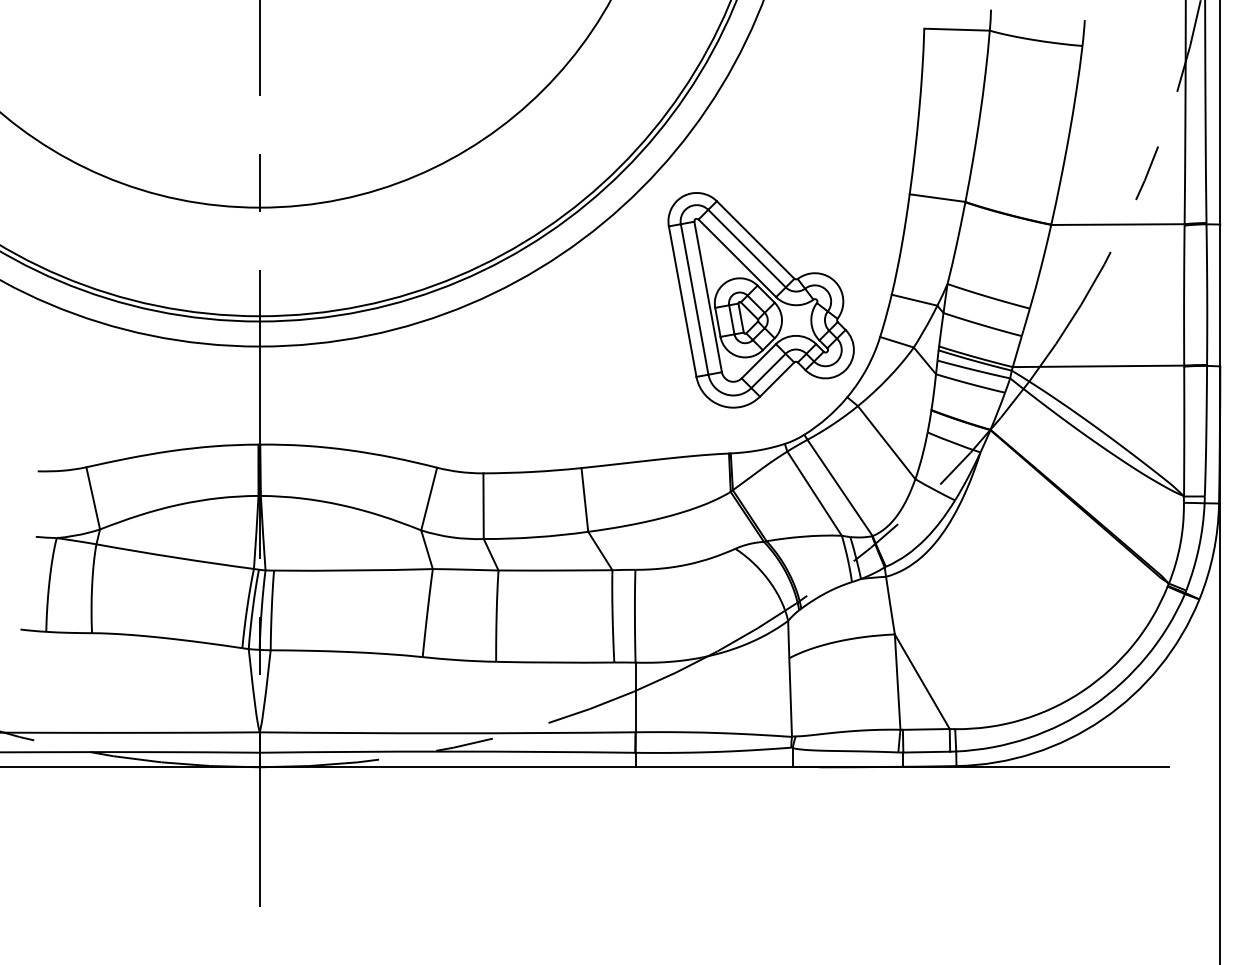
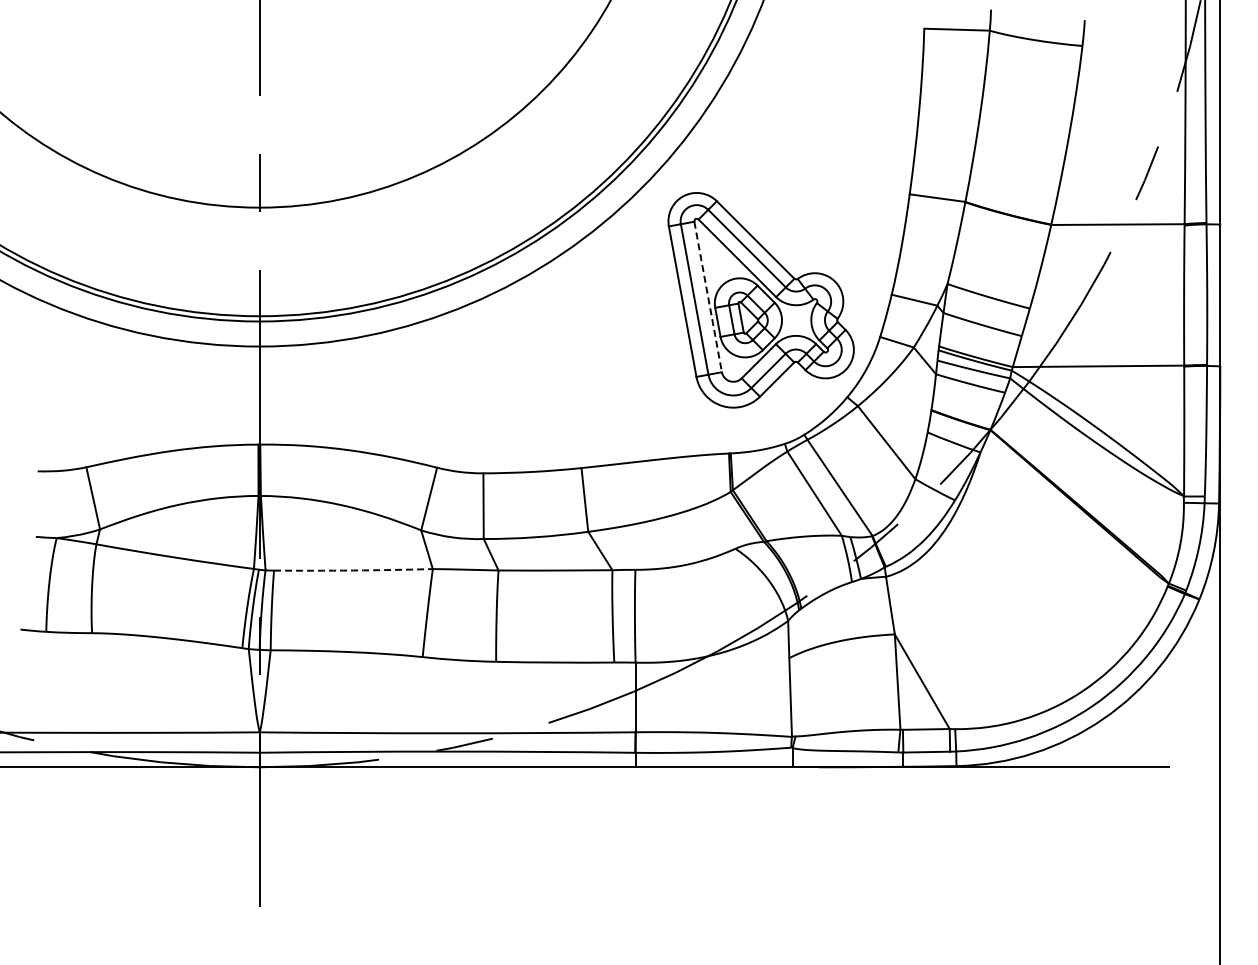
line at (708, 297): solid -> dashed
arc at (353, 570): solid -> dashed
